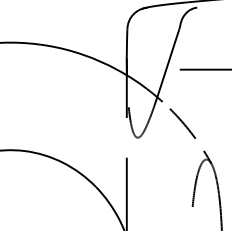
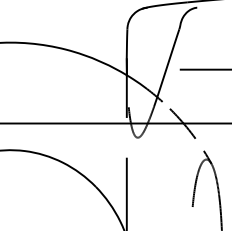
line at (115, 123): none -> present
